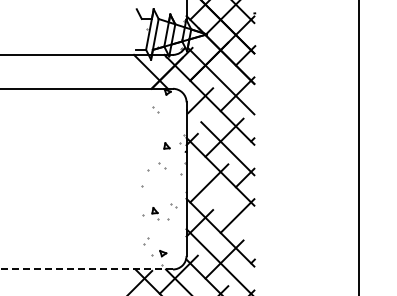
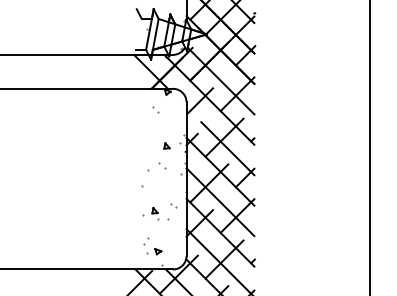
line at (359, 147) position: (359, 147) -> (370, 147)
line at (220, 202): none -> present
part at (159, 253) position: (159, 253) -> (154, 251)
line at (86, 269): dashed -> solid
